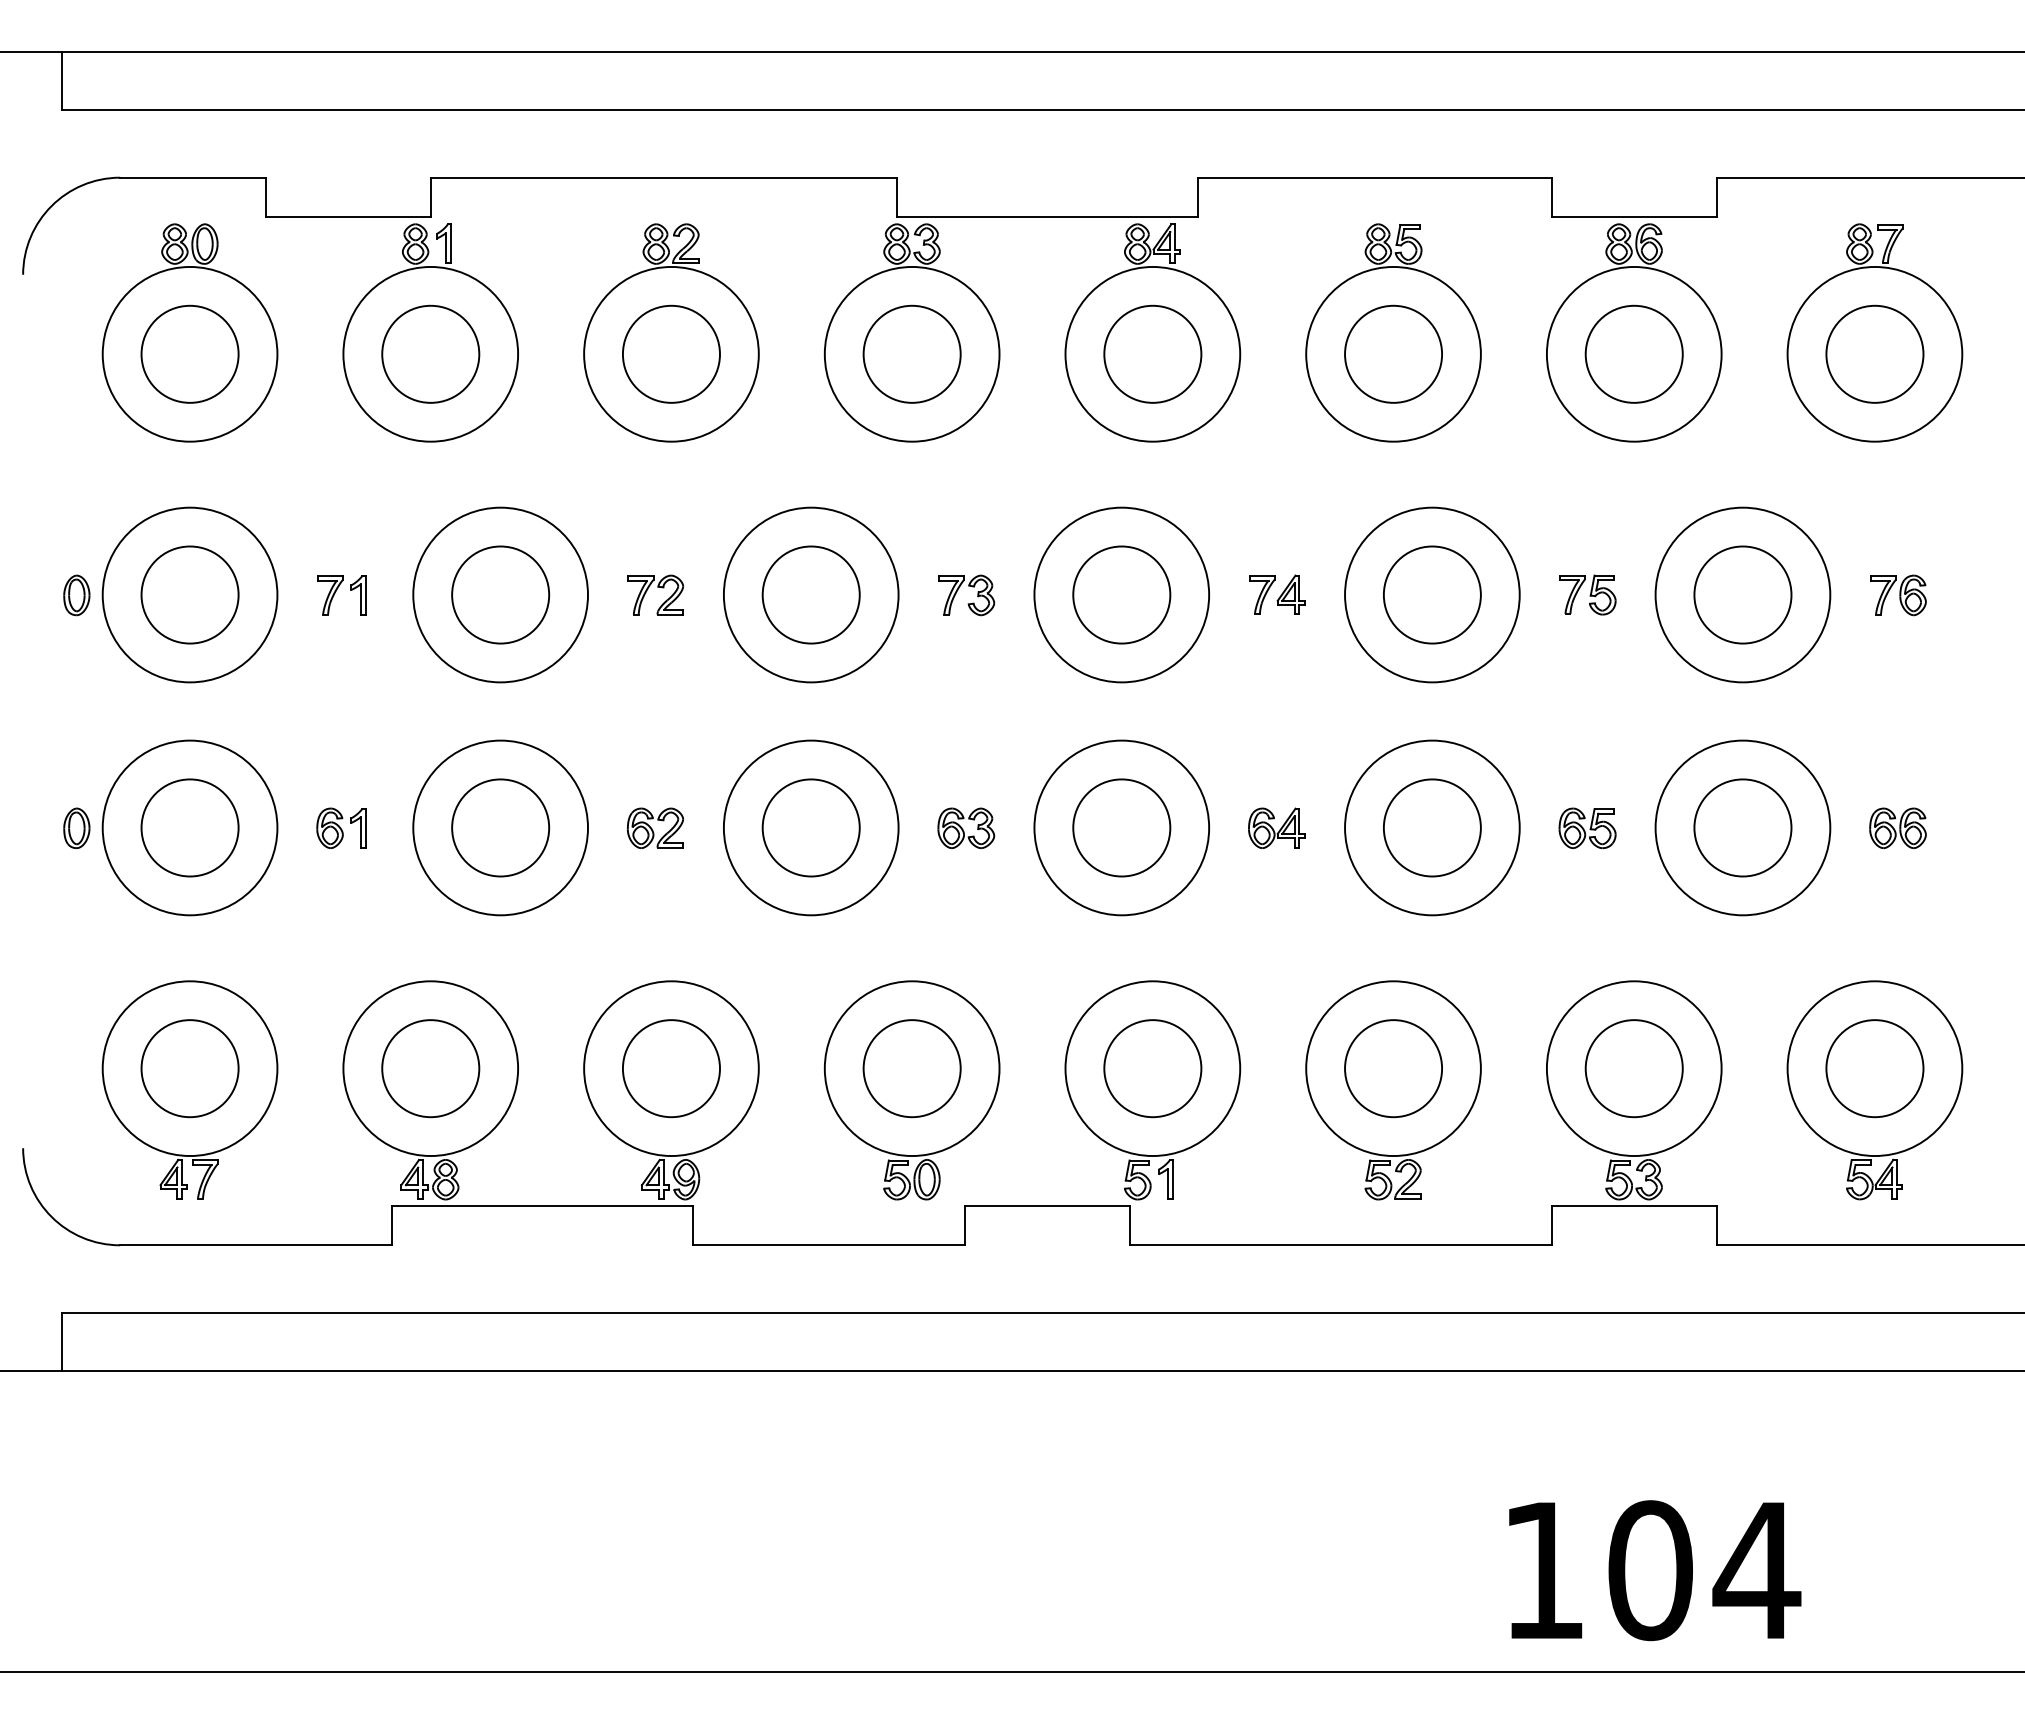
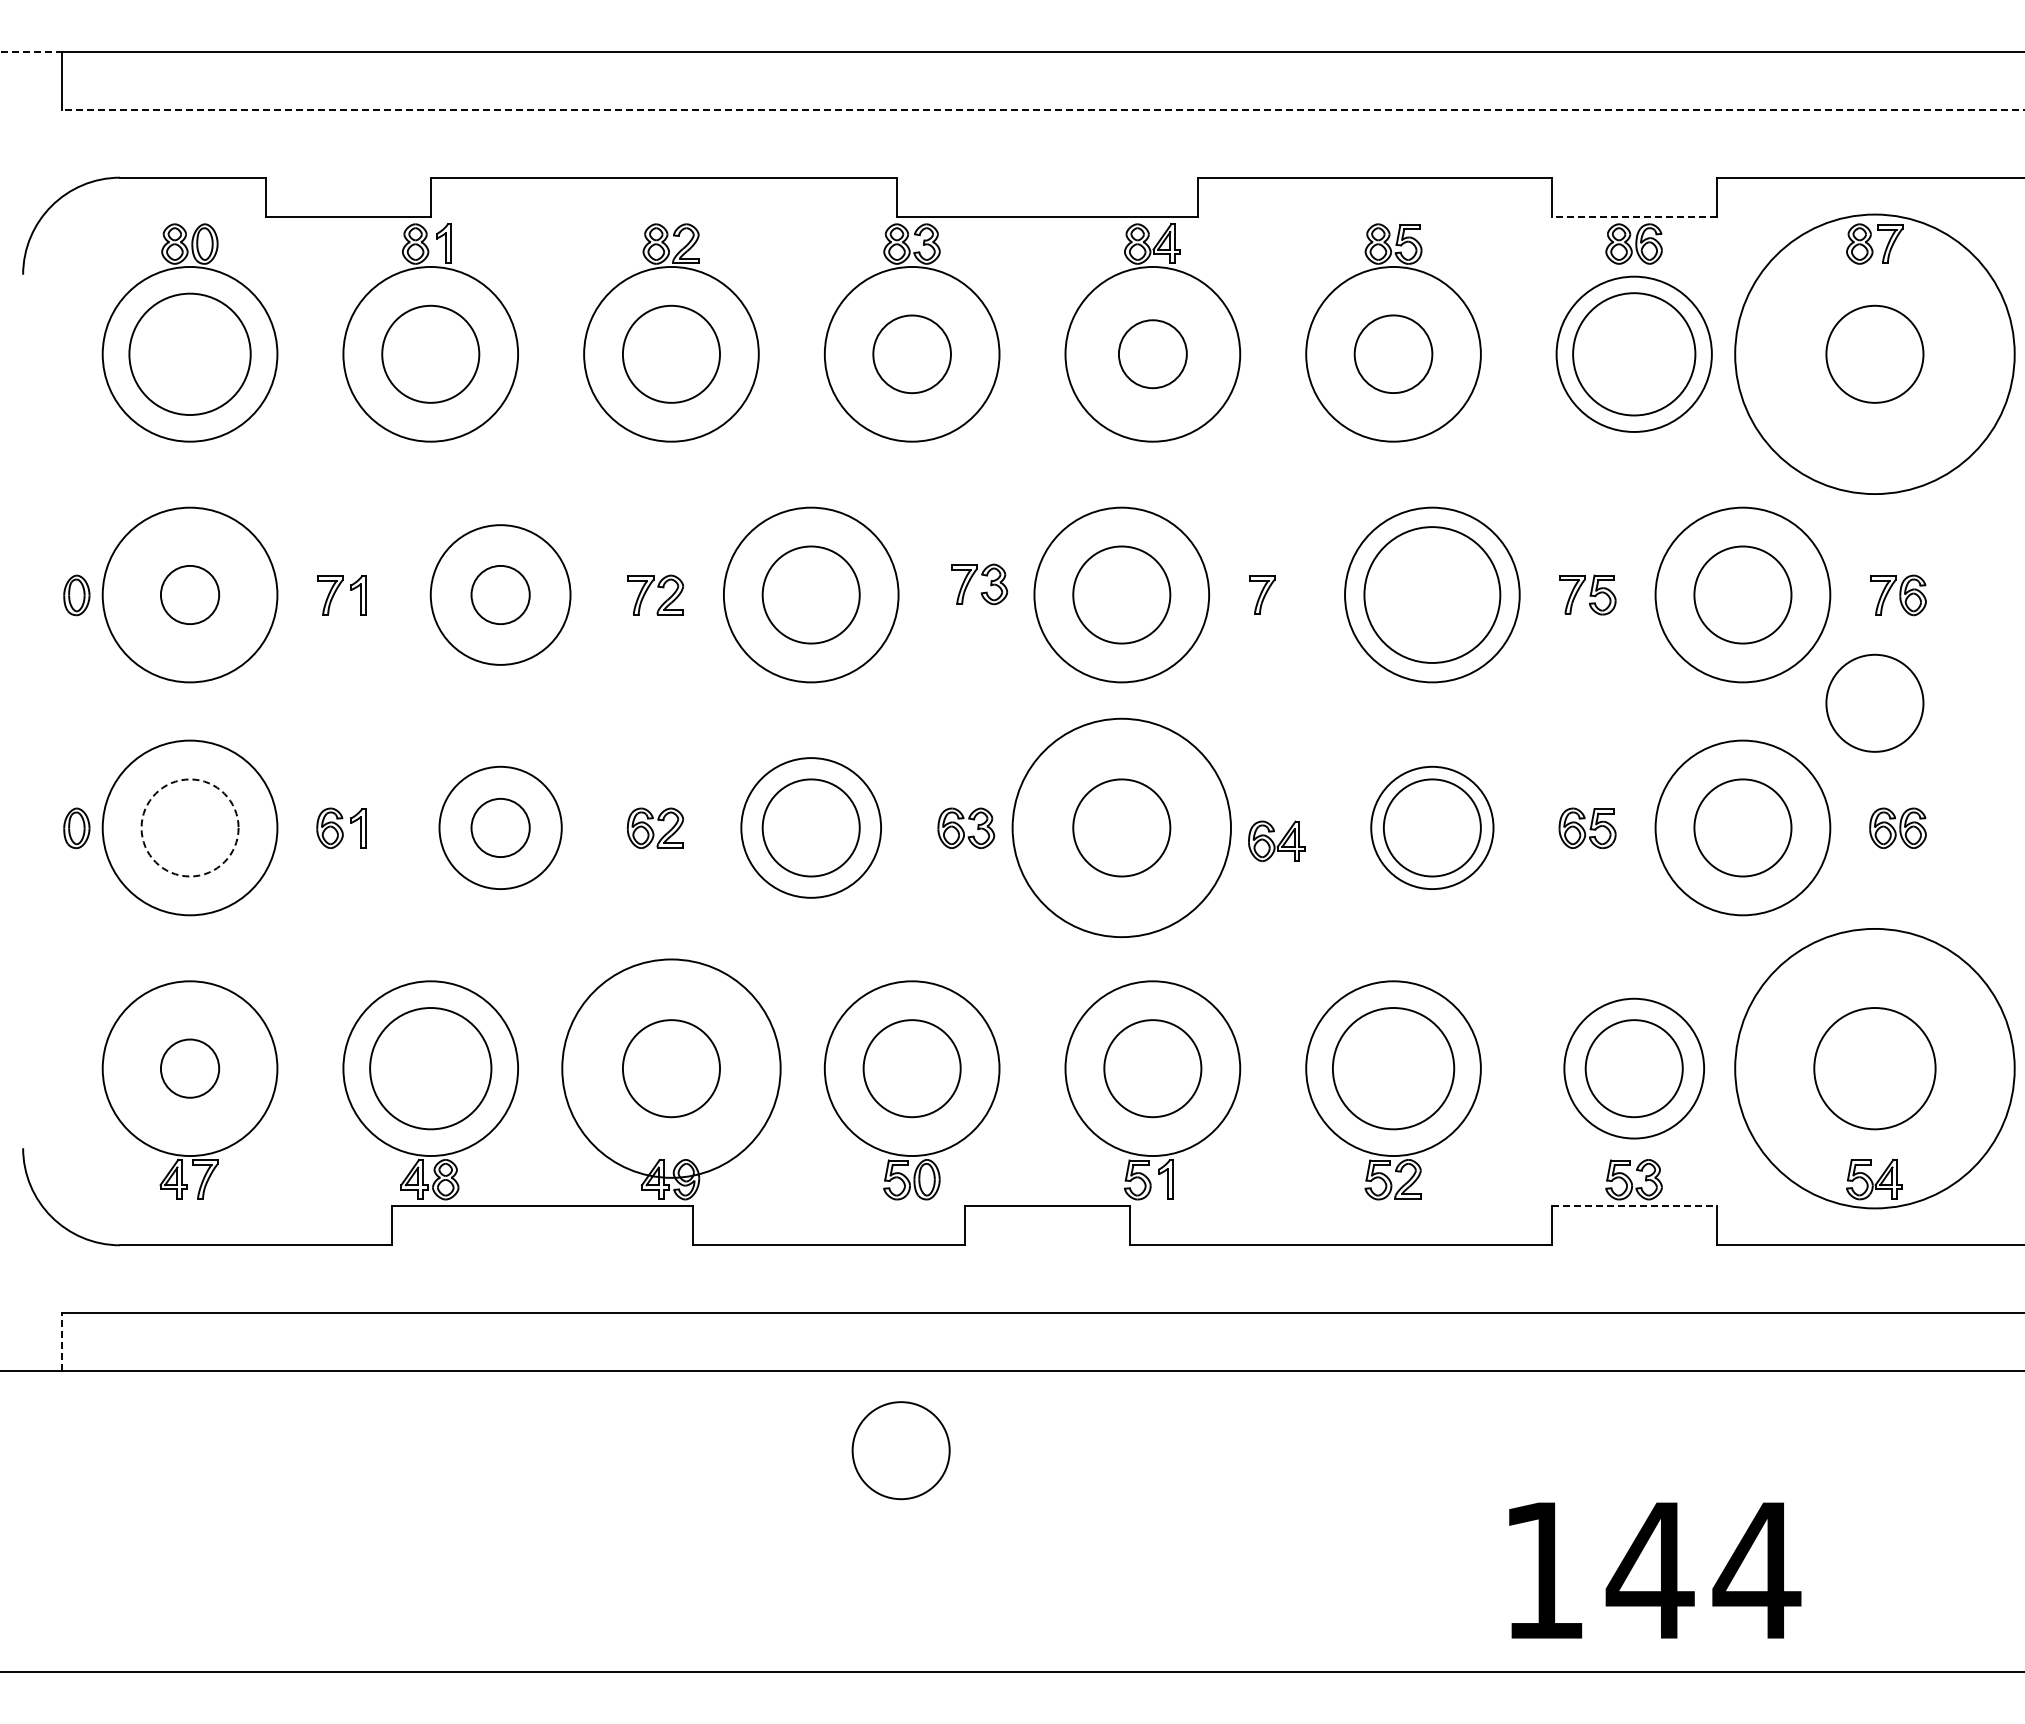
line at (31, 51): solid -> dashed
line at (1042, 109): solid -> dashed
line at (1633, 216): solid -> dashed
circle at (189, 353) diameter: 97 px -> 121 px
circle at (911, 353) diameter: 97 px -> 78 px
circle at (1152, 353) size: 100x100 px -> 70x71 px
circle at (1393, 353) size: 99x100 px -> 81x80 px
circle at (1633, 353) diameter: 175 px -> 122 px
circle at (1633, 353) diameter: 97 px -> 155 px
circle at (1874, 353) diameter: 175 px -> 280 px
circle at (189, 594) diameter: 97 px -> 58 px
circle at (500, 594) diameter: 175 px -> 140 px
circle at (500, 594) diameter: 97 px -> 58 px
part at (1290, 594): present -> none
circle at (1431, 594) diameter: 97 px -> 136 px
part at (967, 603) position: (967, 603) -> (980, 592)
circle at (1874, 702): none -> present
circle at (189, 827): solid -> dashed
circle at (500, 827) diameter: 175 px -> 122 px
circle at (500, 827) diameter: 97 px -> 58 px
circle at (810, 827) diameter: 175 px -> 140 px
circle at (1121, 827) diameter: 175 px -> 218 px
part at (1276, 827) position: (1276, 827) -> (1276, 840)
circle at (1432, 827) diameter: 175 px -> 122 px
circle at (189, 1068) diameter: 97 px -> 58 px
circle at (430, 1068) diameter: 97 px -> 121 px
circle at (671, 1068) diameter: 175 px -> 218 px
circle at (1393, 1068) diameter: 97 px -> 121 px
circle at (1633, 1068) diameter: 175 px -> 140 px
circle at (1874, 1068) diameter: 175 px -> 280 px
circle at (1874, 1068) diameter: 97 px -> 121 px
line at (1634, 1206): solid -> dashed
line at (61, 1341): solid -> dashed
circle at (900, 1450): none -> present
text at (1649, 1570): 104 -> 144
